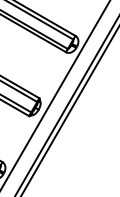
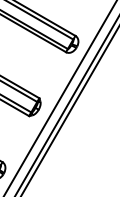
line at (55, 94) position: (55, 94) -> (60, 97)
